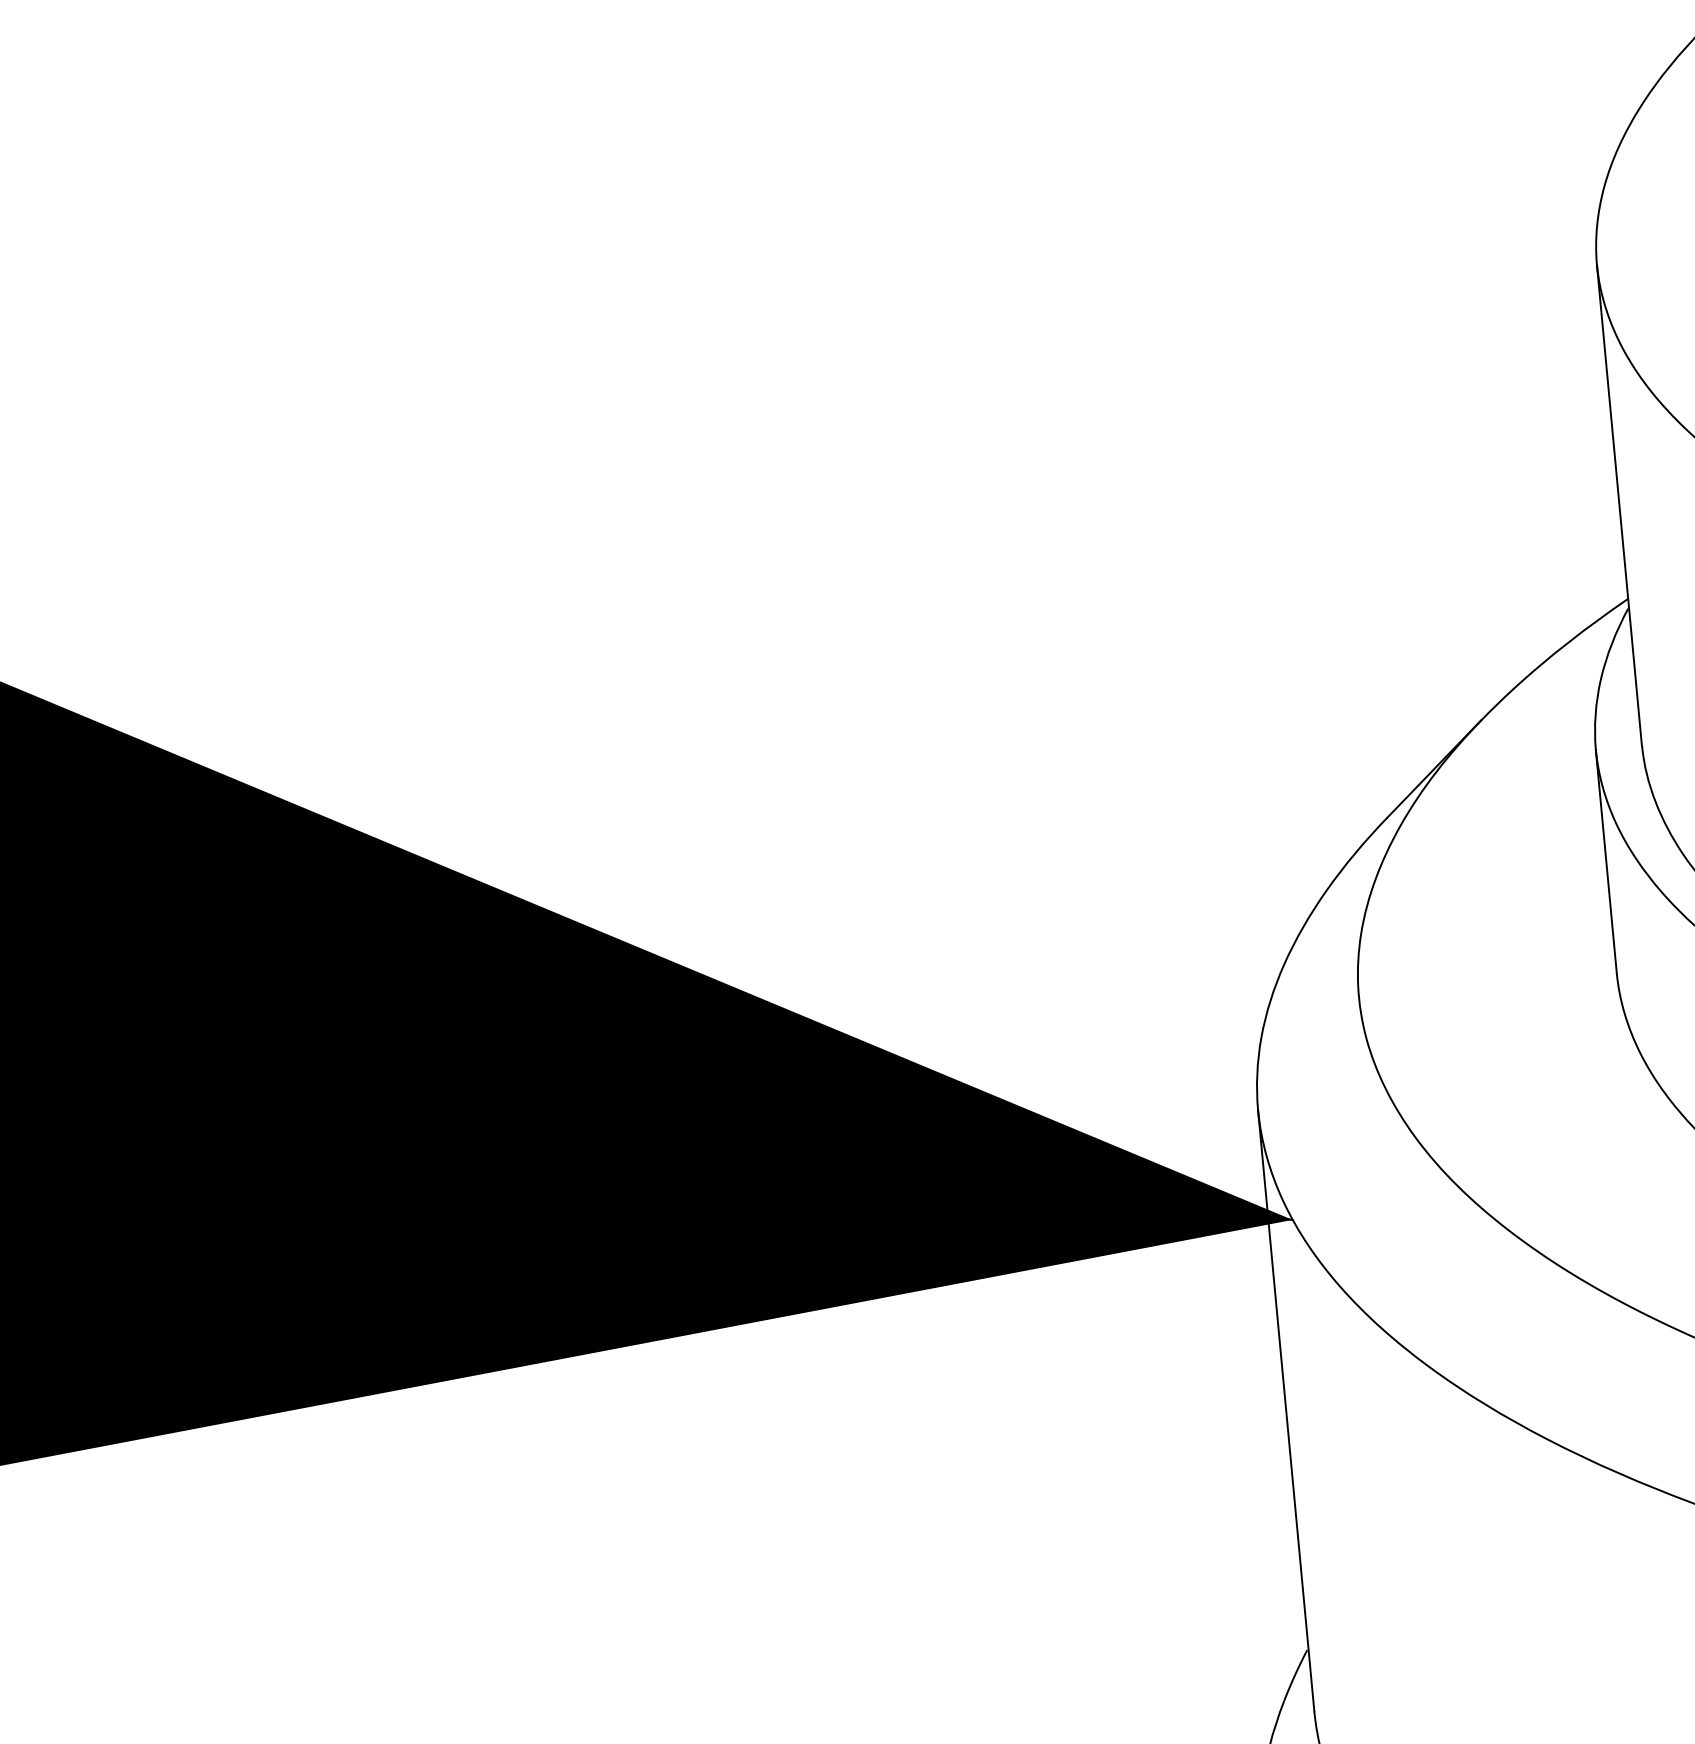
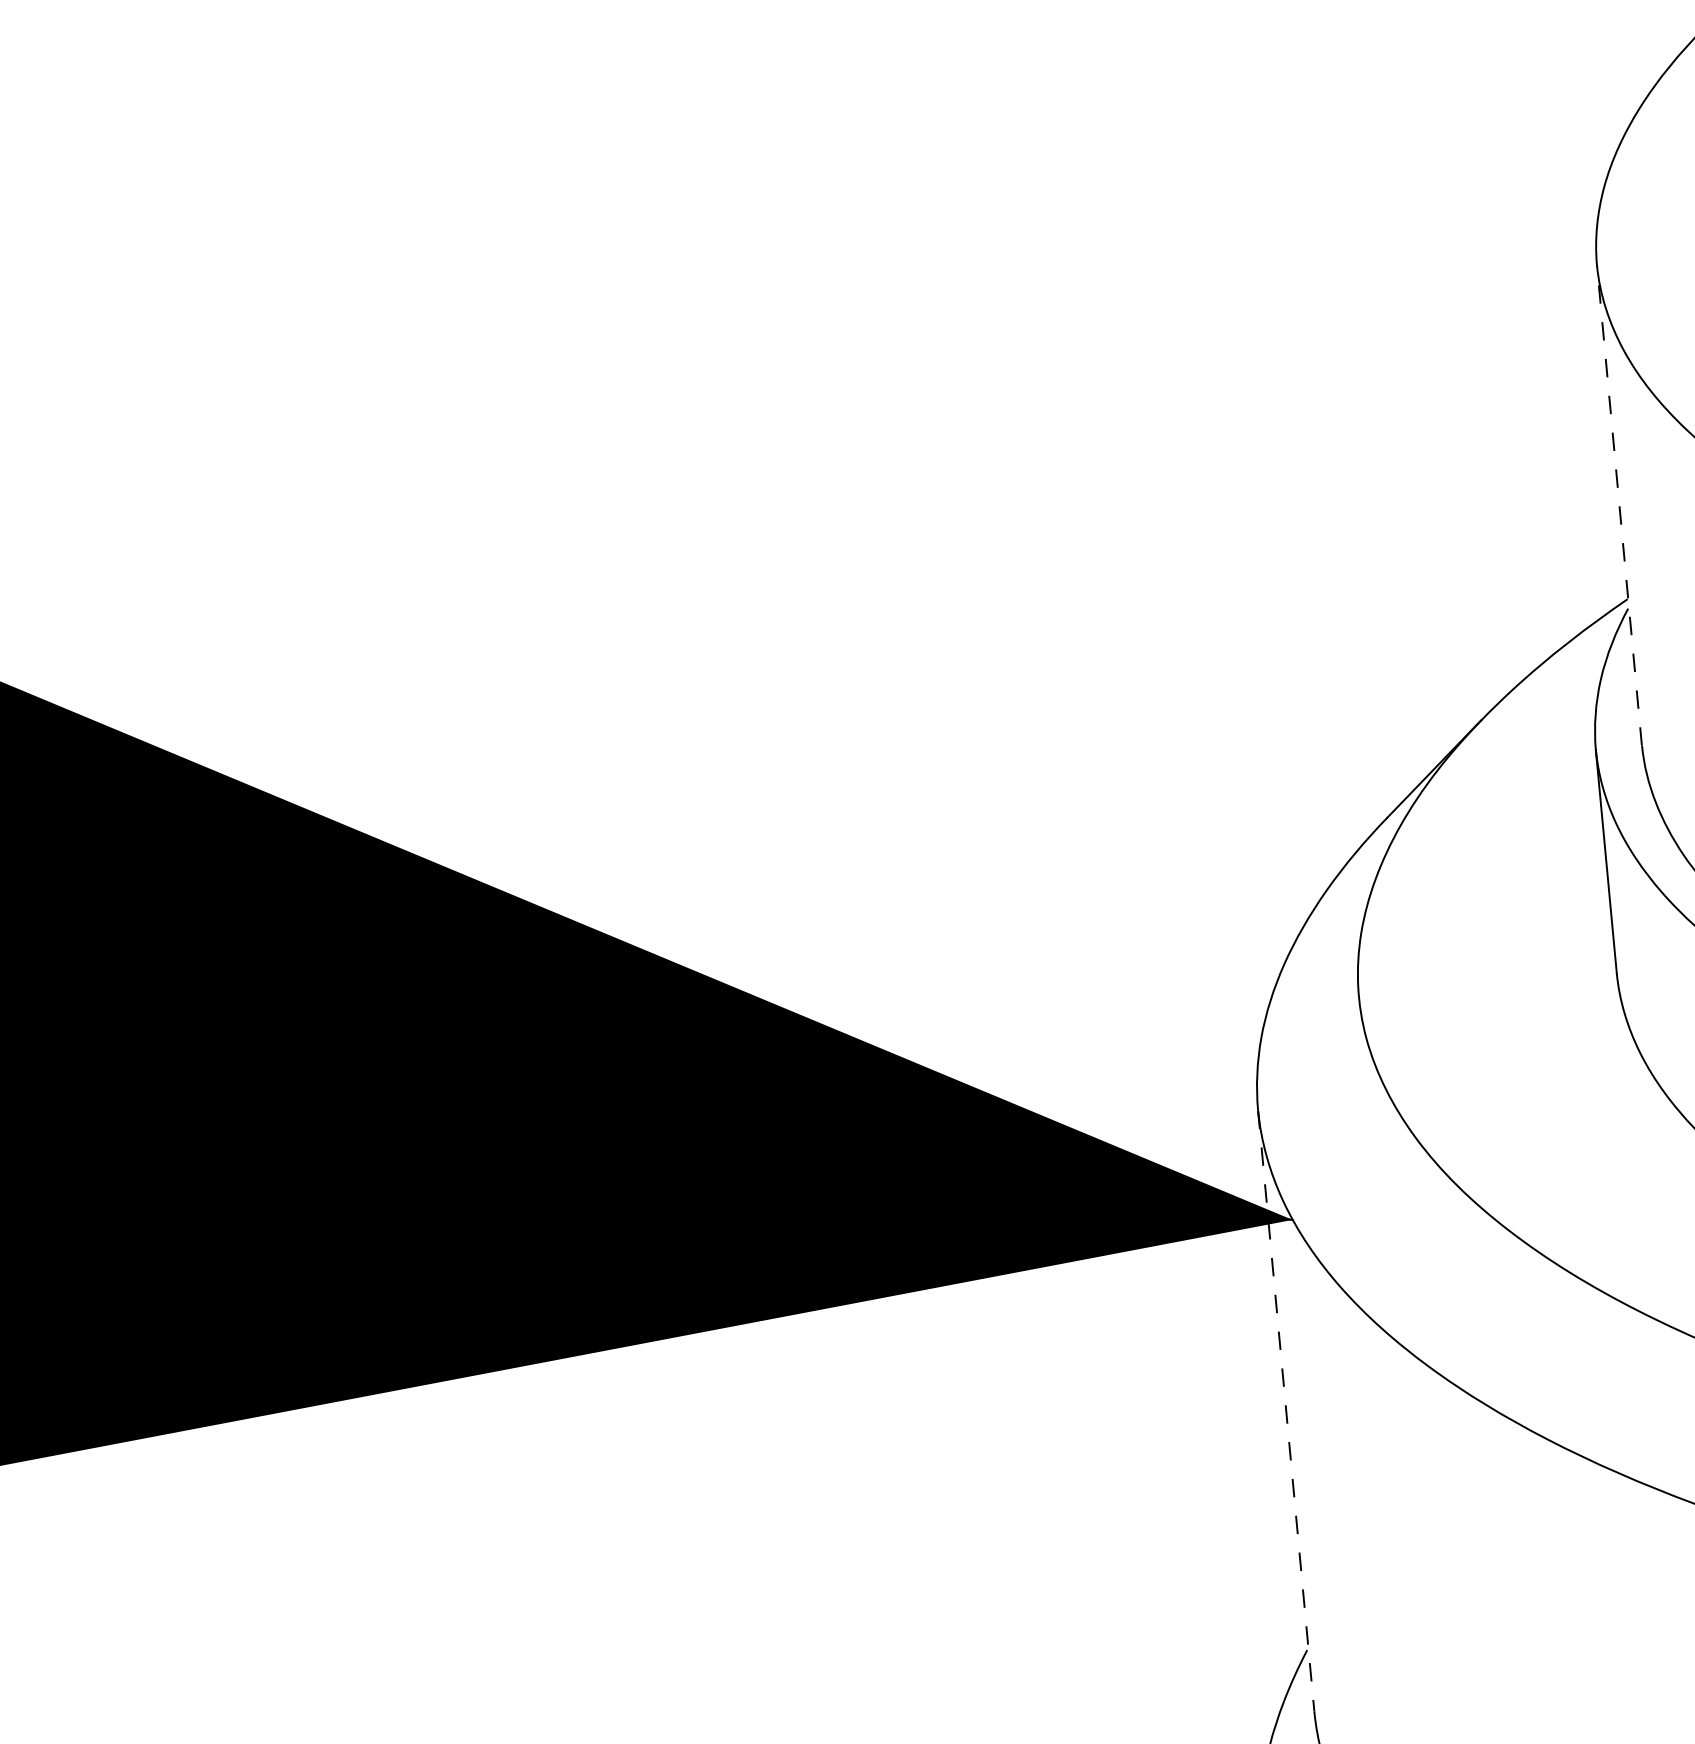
line at (1619, 504): solid -> dashed
line at (1286, 1410): solid -> dashed
